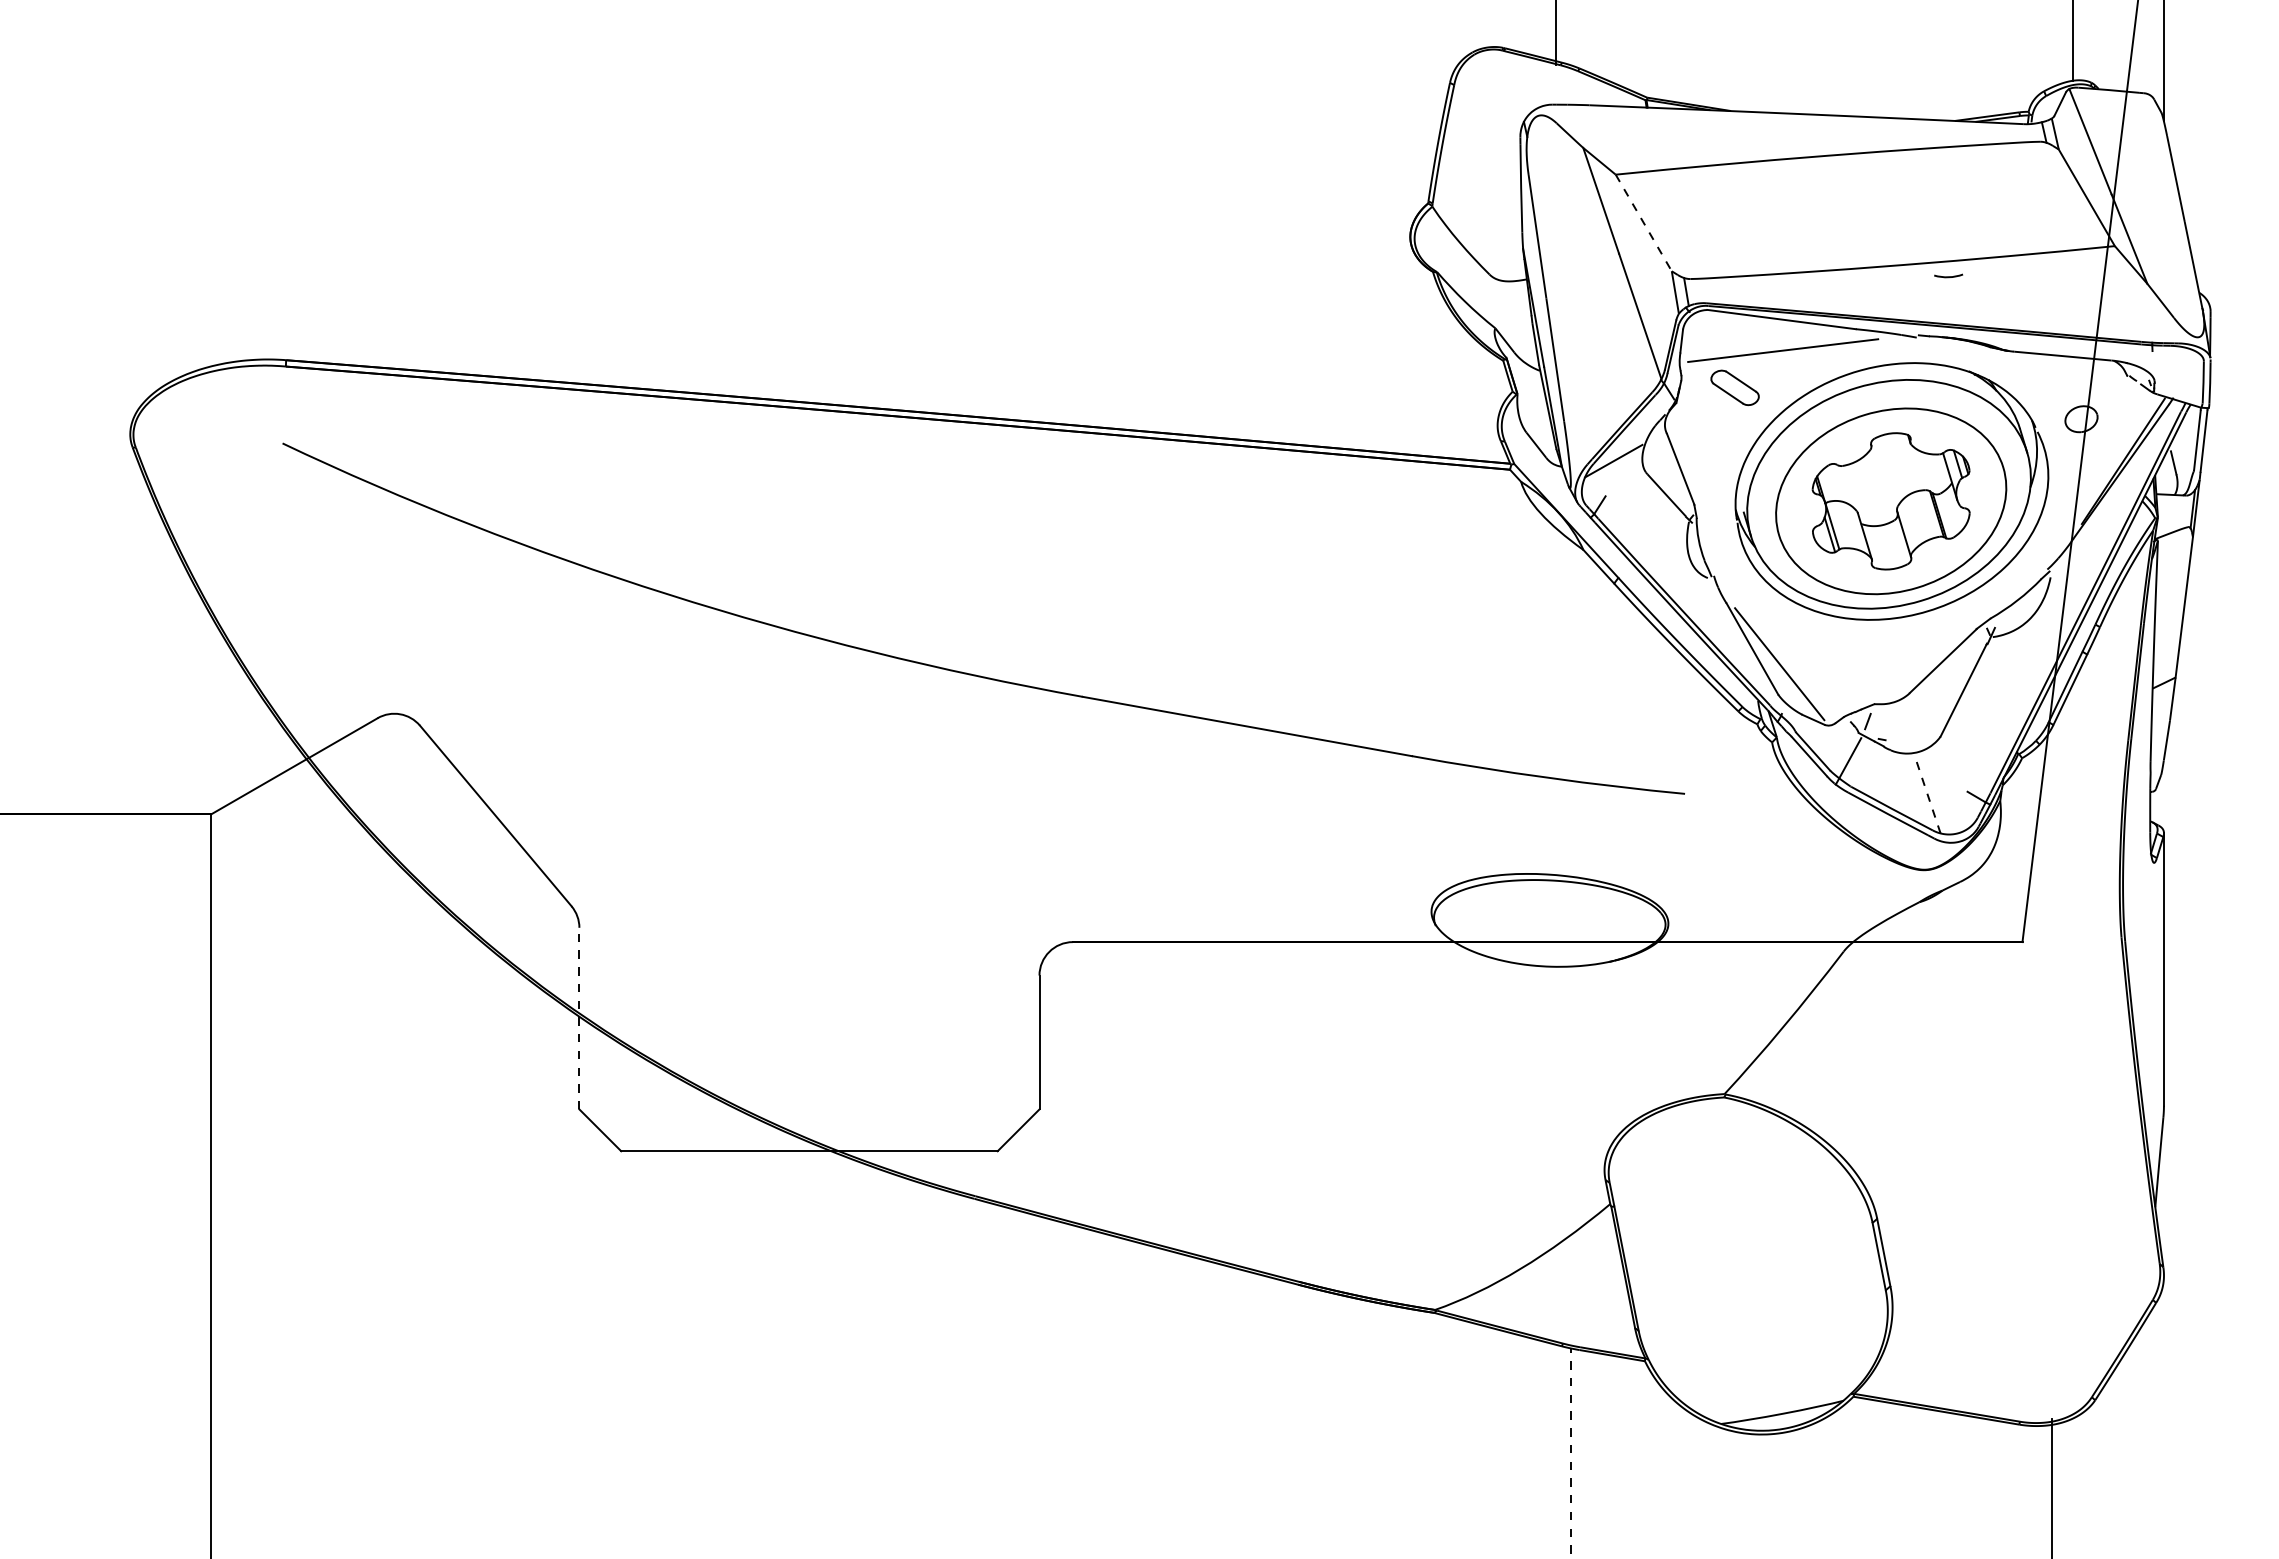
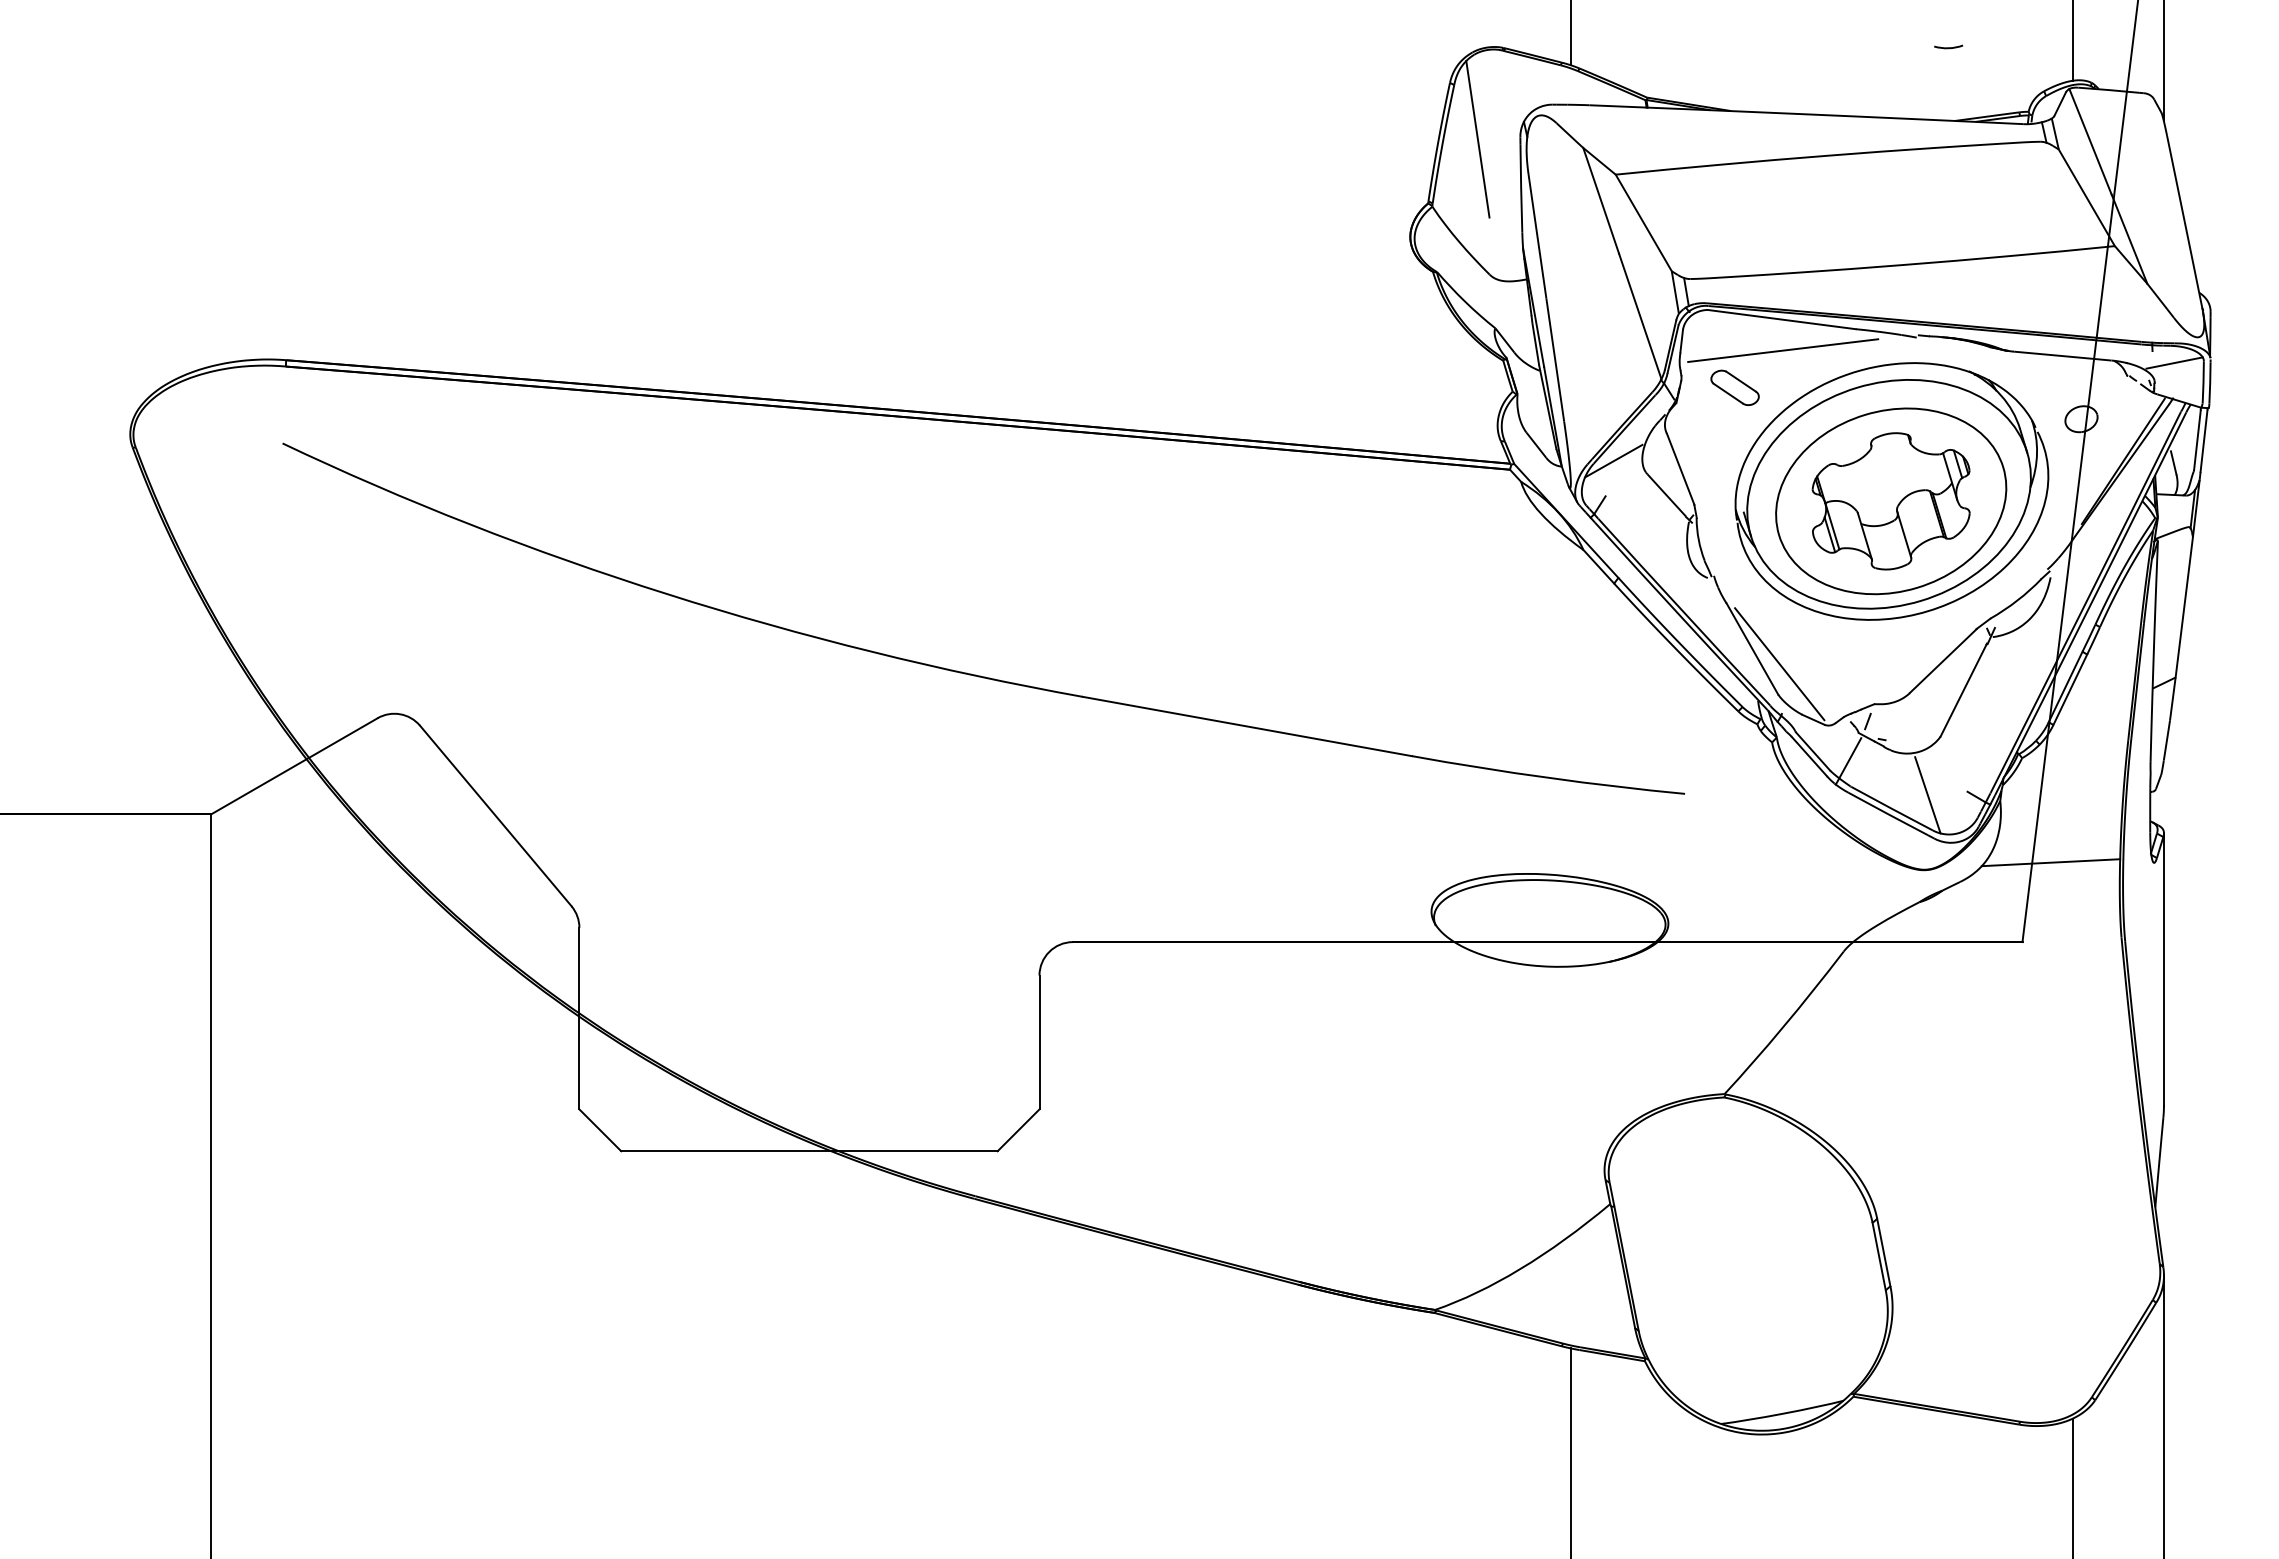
line at (1555, 33) position: (1555, 33) -> (1570, 33)
line at (1477, 139): none -> present
line at (1643, 222): dashed -> solid
arc at (1948, 276) position: (1948, 276) -> (1948, 47)
line at (2174, 362): none -> present
line at (1927, 794): dashed -> solid
line at (2050, 862): none -> present
line at (579, 1018): dashed -> solid
line at (2163, 1414): none -> present
line at (1570, 1453): dashed -> solid
line at (2051, 1486) position: (2051, 1486) -> (2072, 1486)
